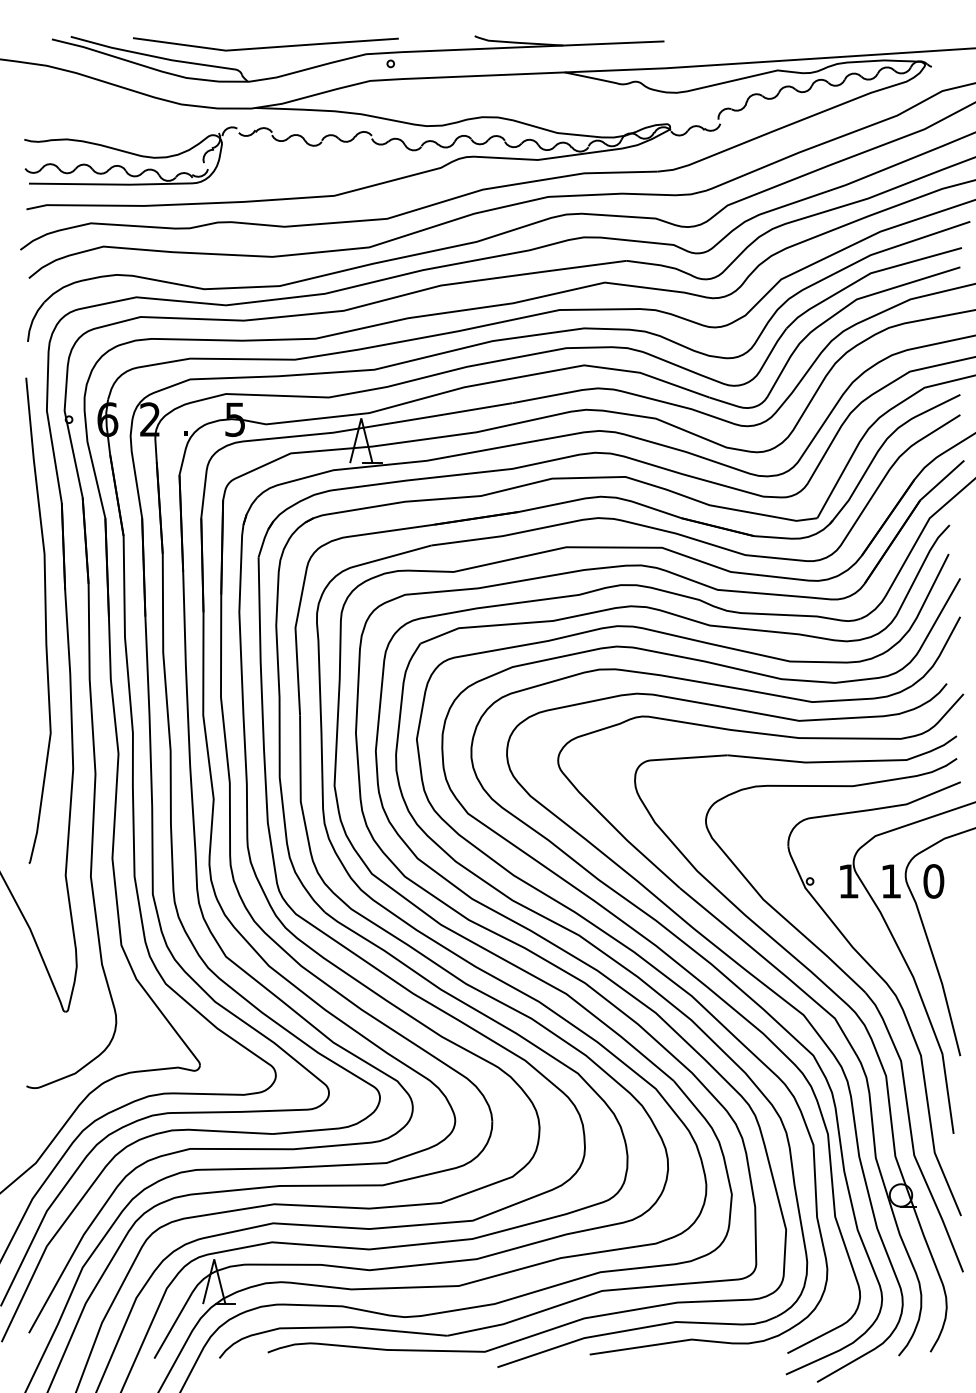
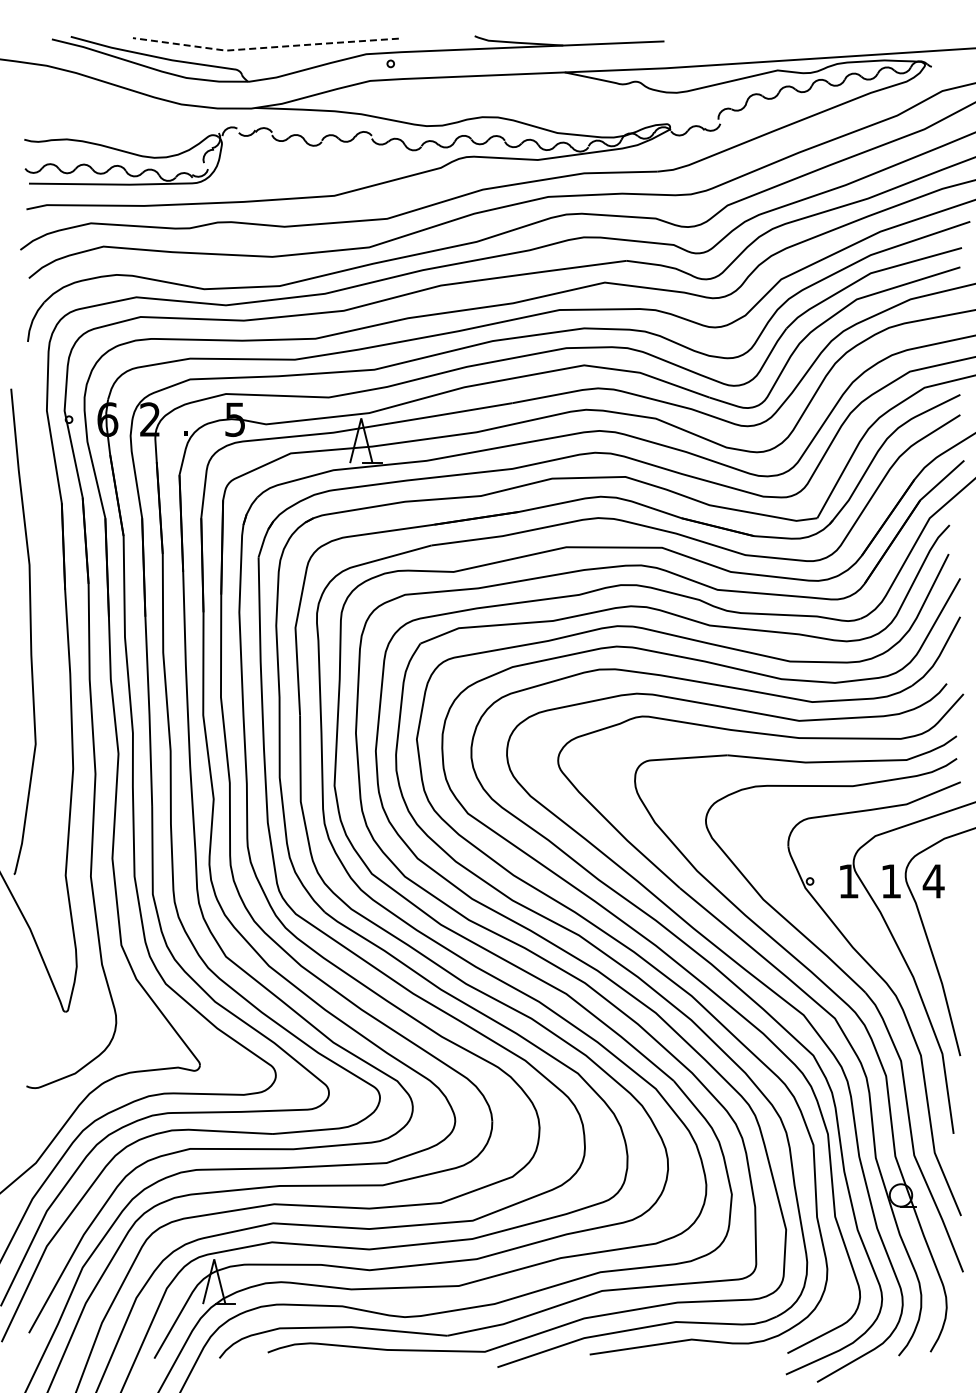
line at (265, 47): solid -> dashed
curve at (44, 617) position: (44, 617) -> (29, 628)
text at (933, 881): 0 -> 4
